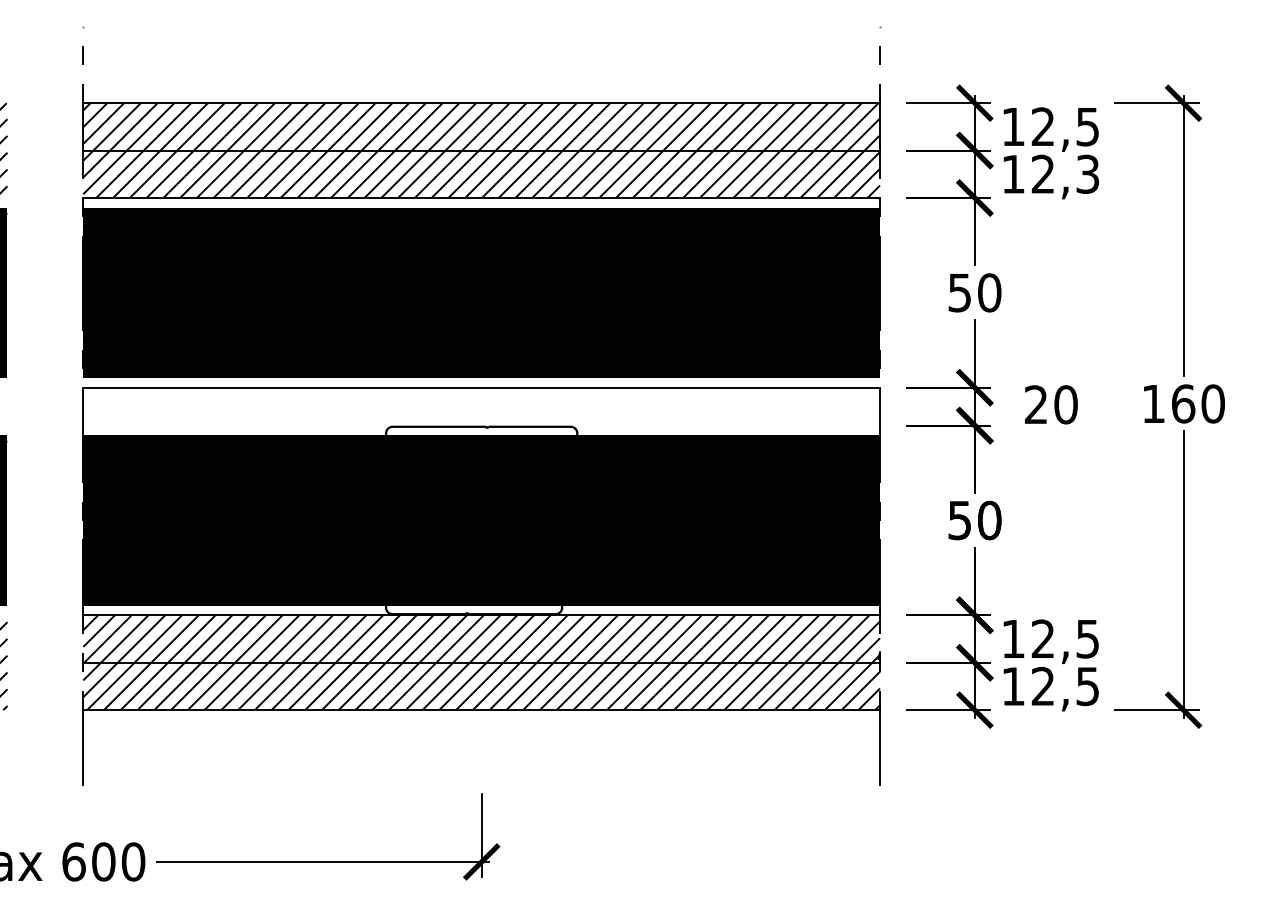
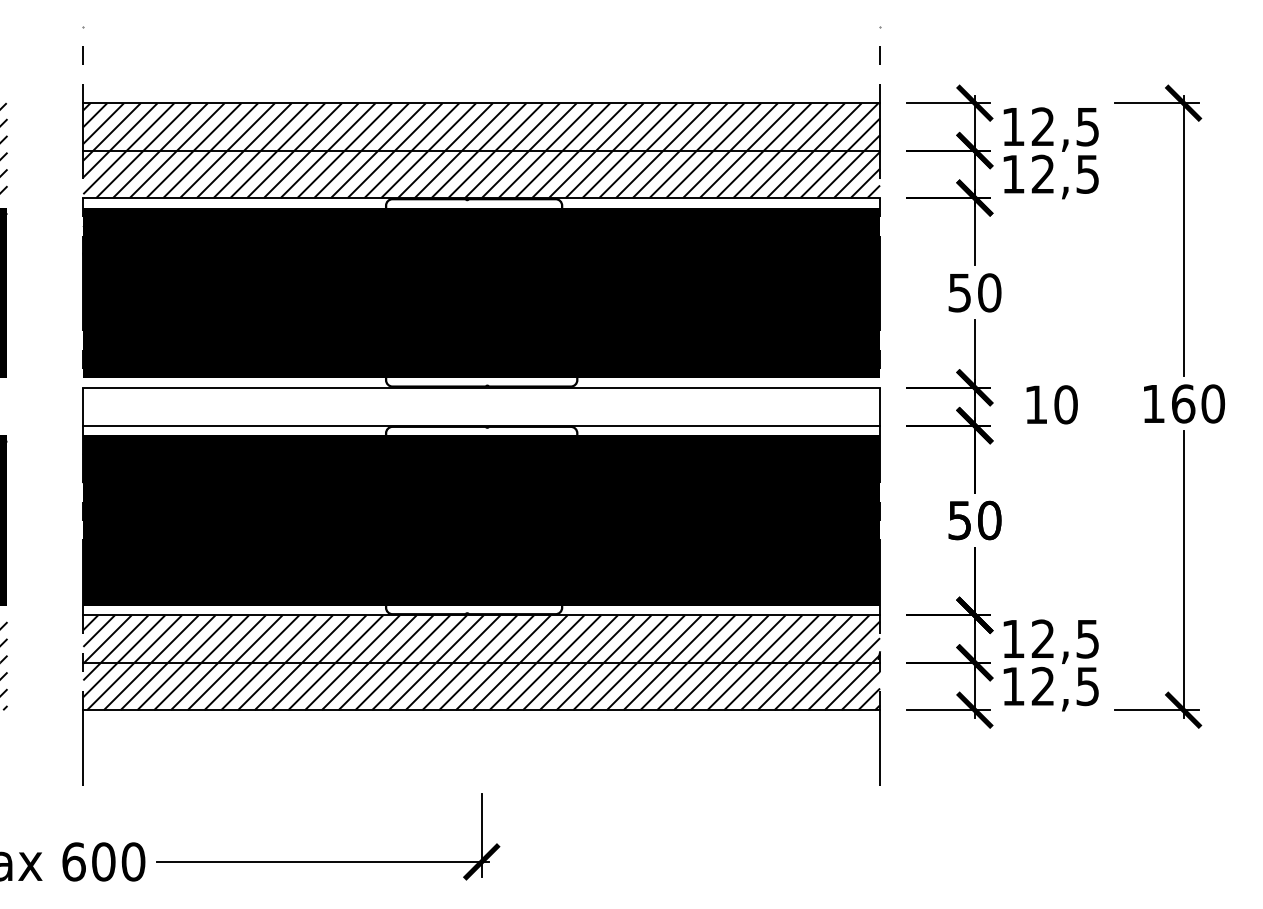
text at (1088, 173): 12,3 -> 12,5
fill at (481, 292): none -> present
text at (1035, 404): 20 -> 10
line at (481, 425): none -> present
